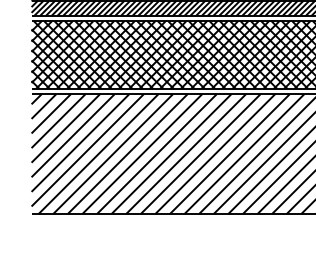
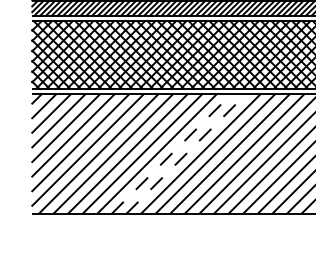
line at (171, 154): solid -> dashed
line at (186, 154): solid -> dashed
